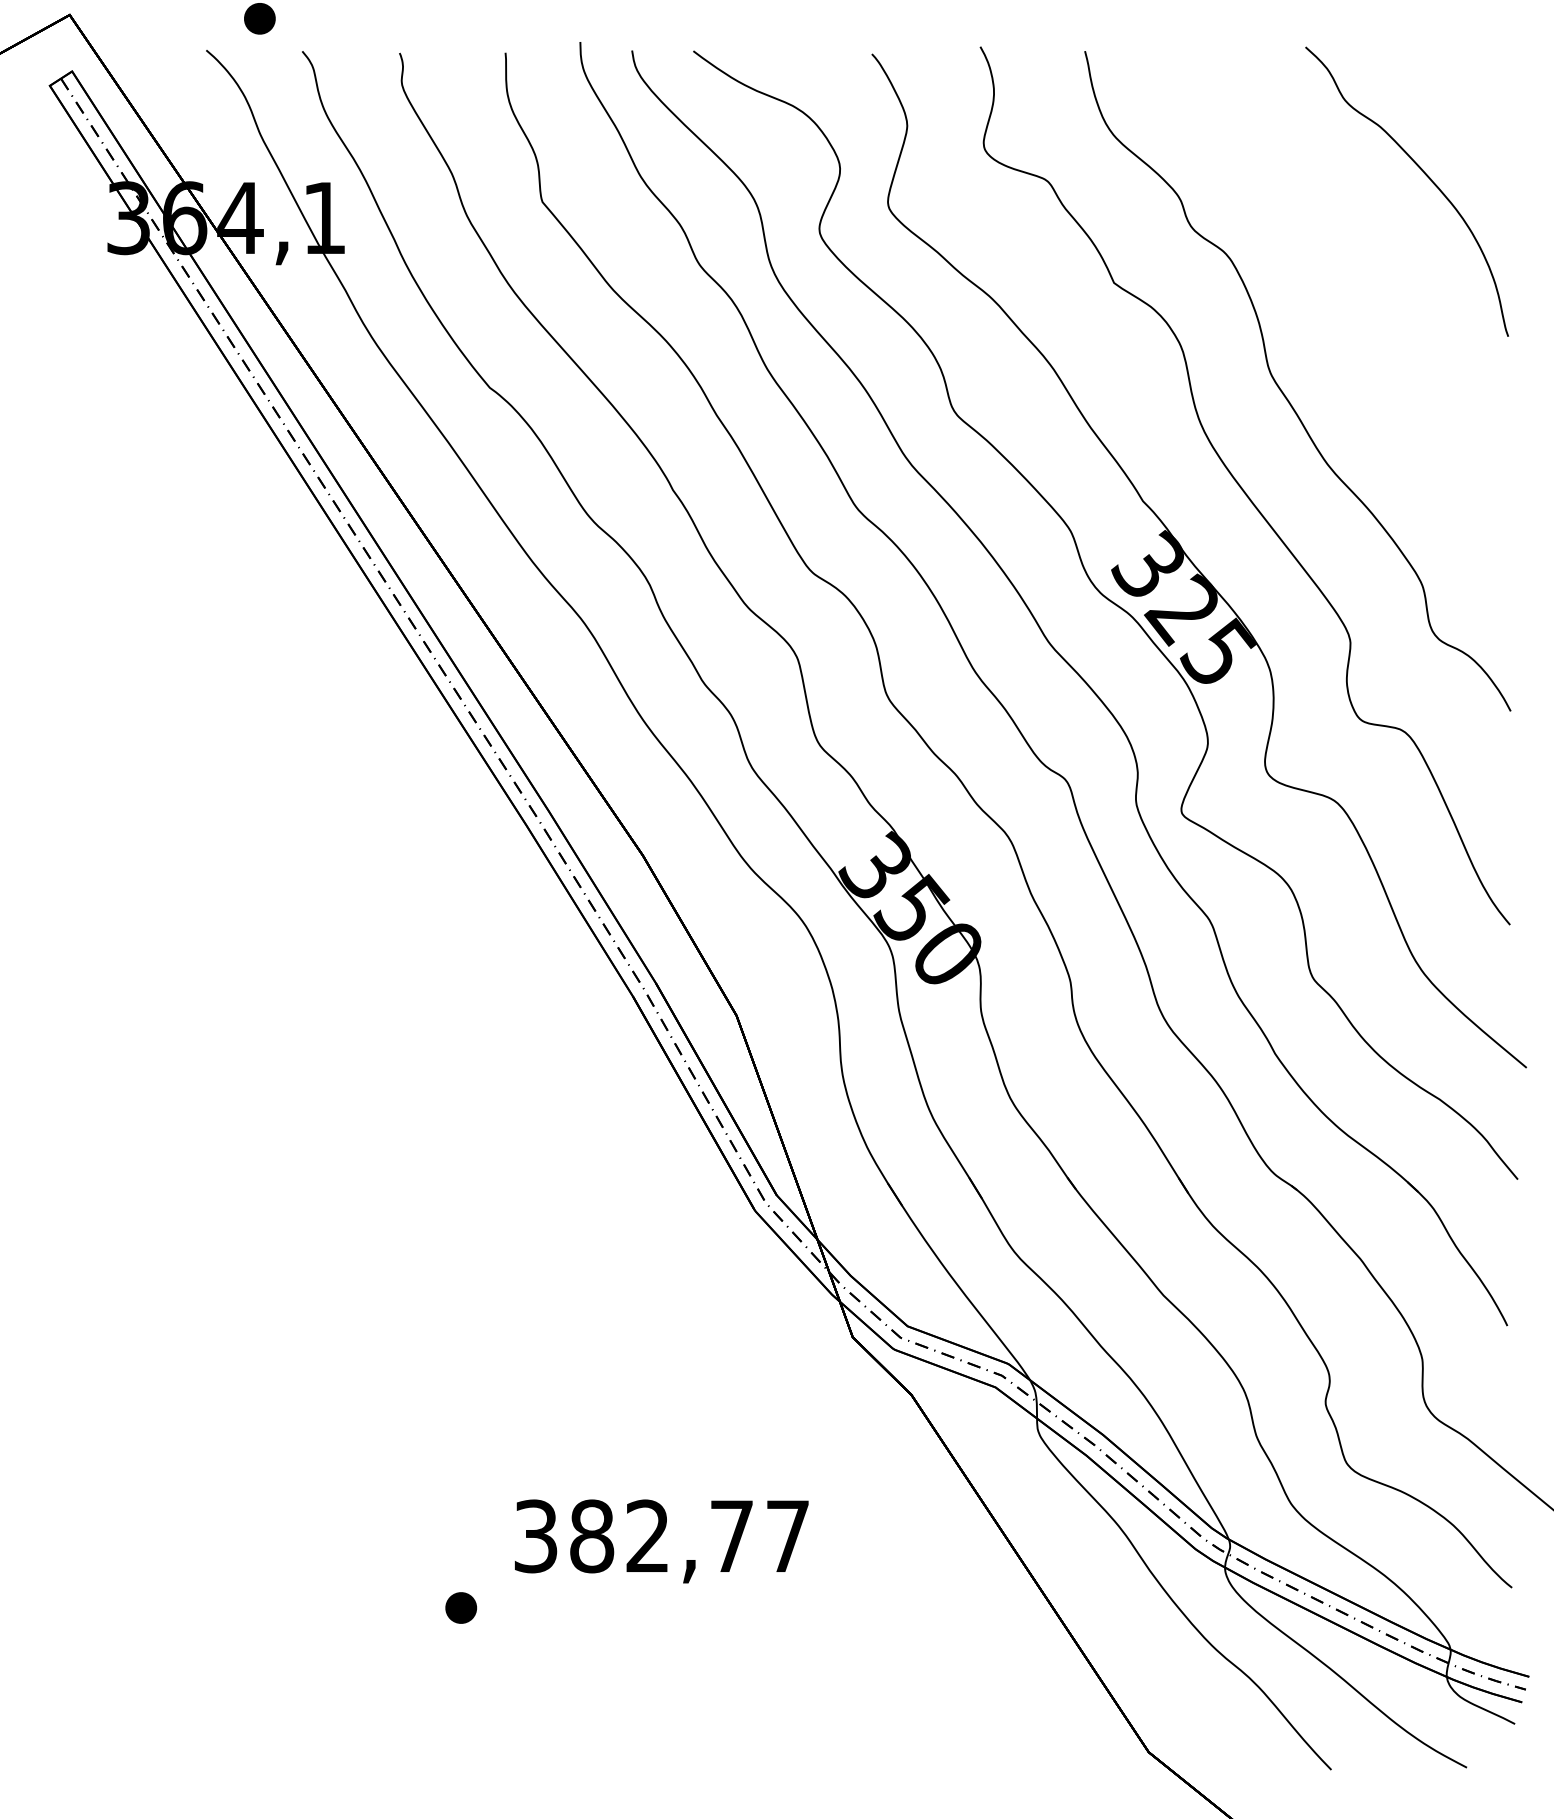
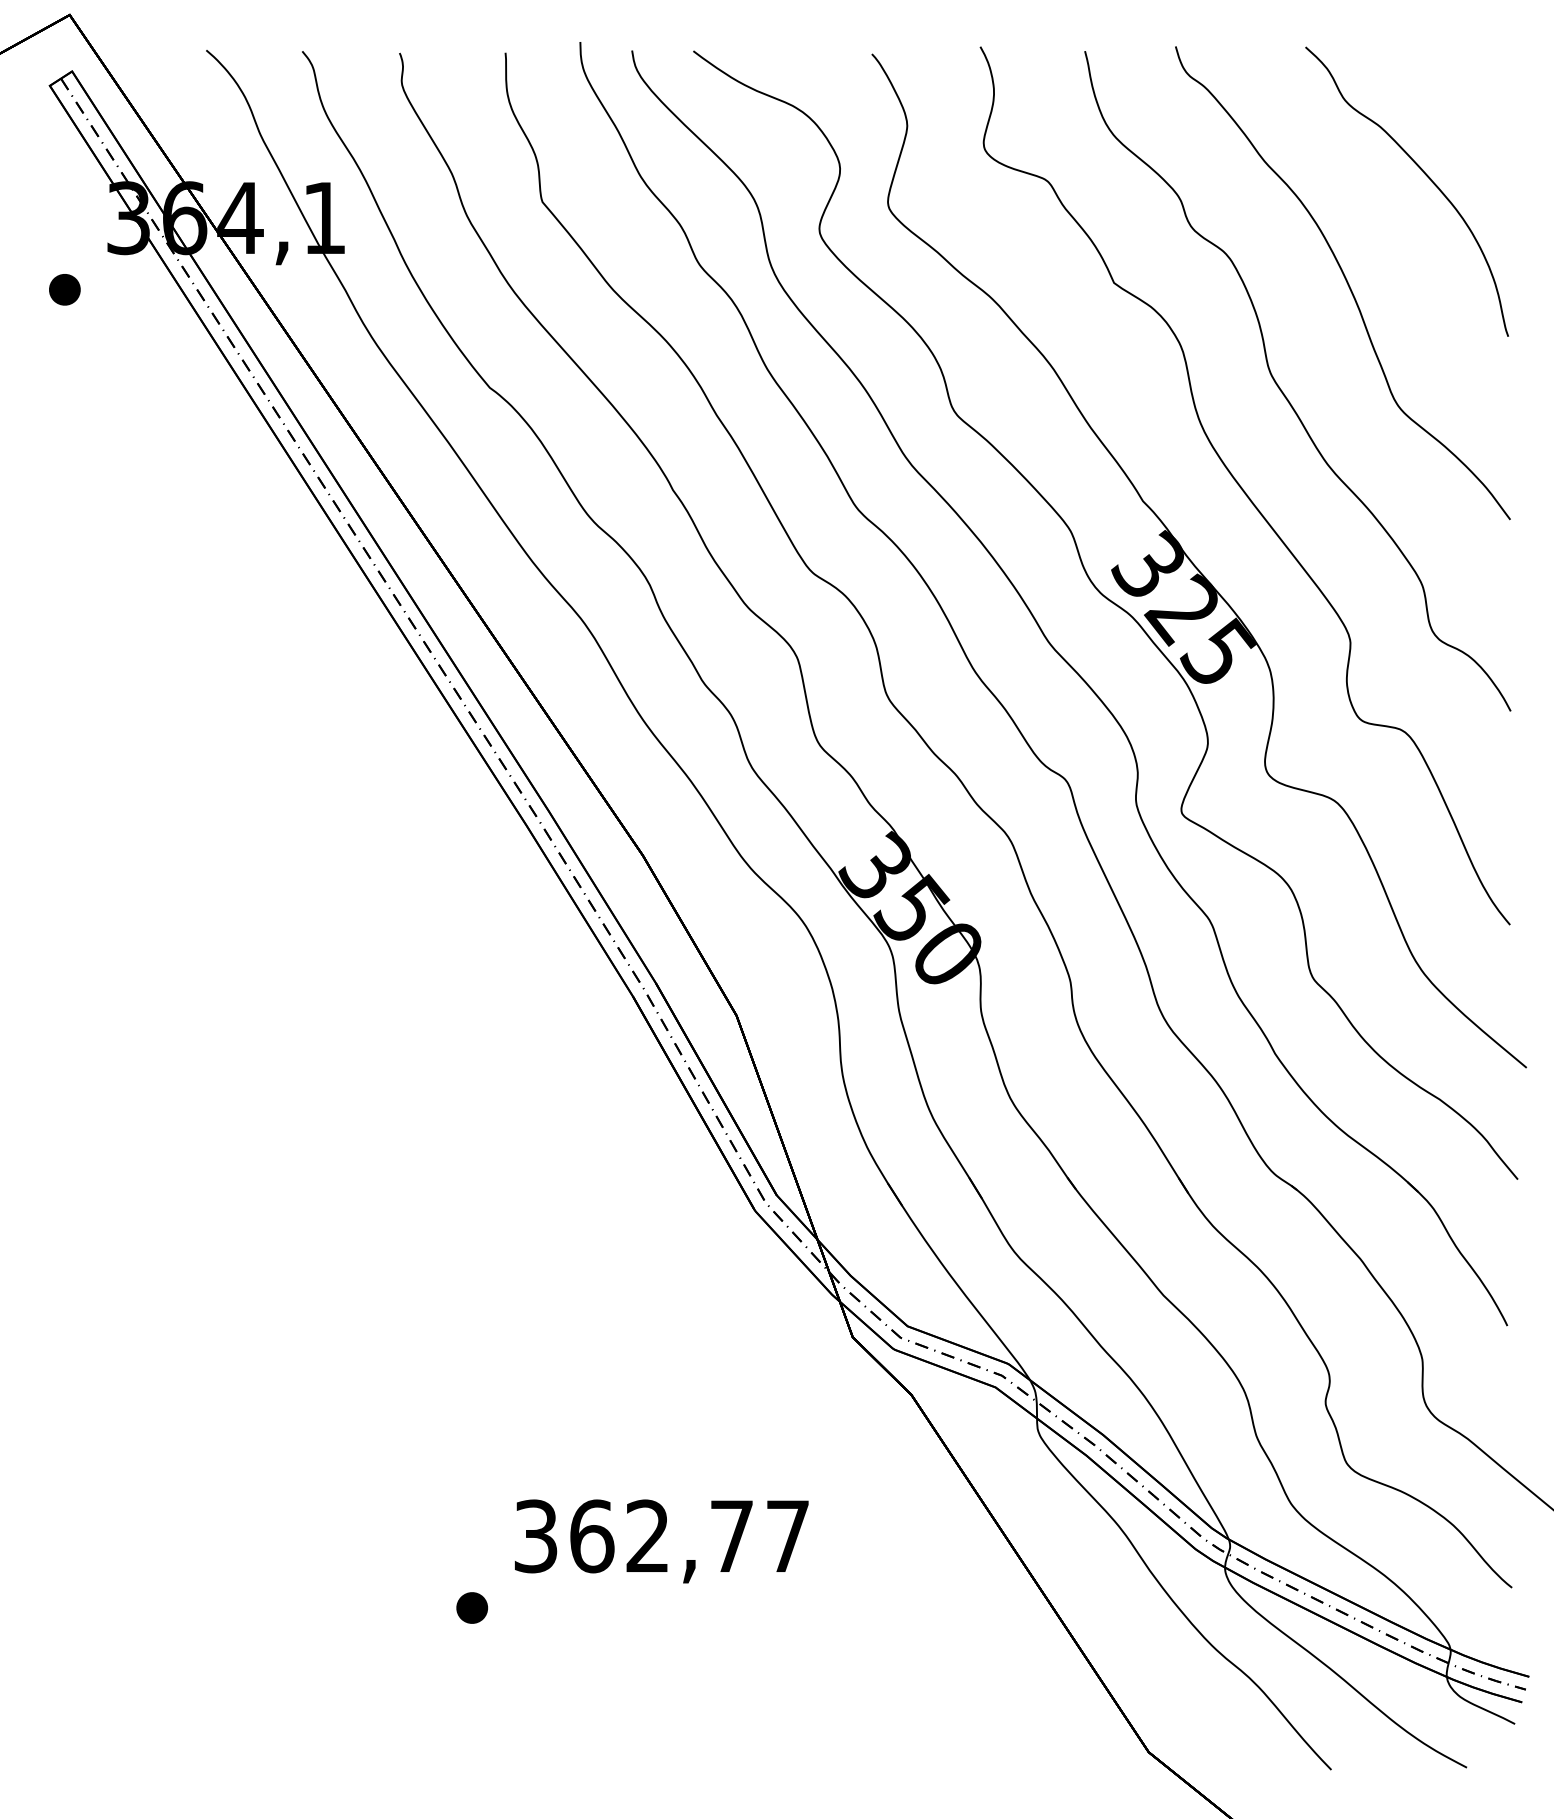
part at (259, 18) position: (259, 18) -> (64, 289)
curve at (1346, 283): none -> present
text at (592, 1536): 382,77 -> 362,77
part at (461, 1607) position: (461, 1607) -> (472, 1607)
